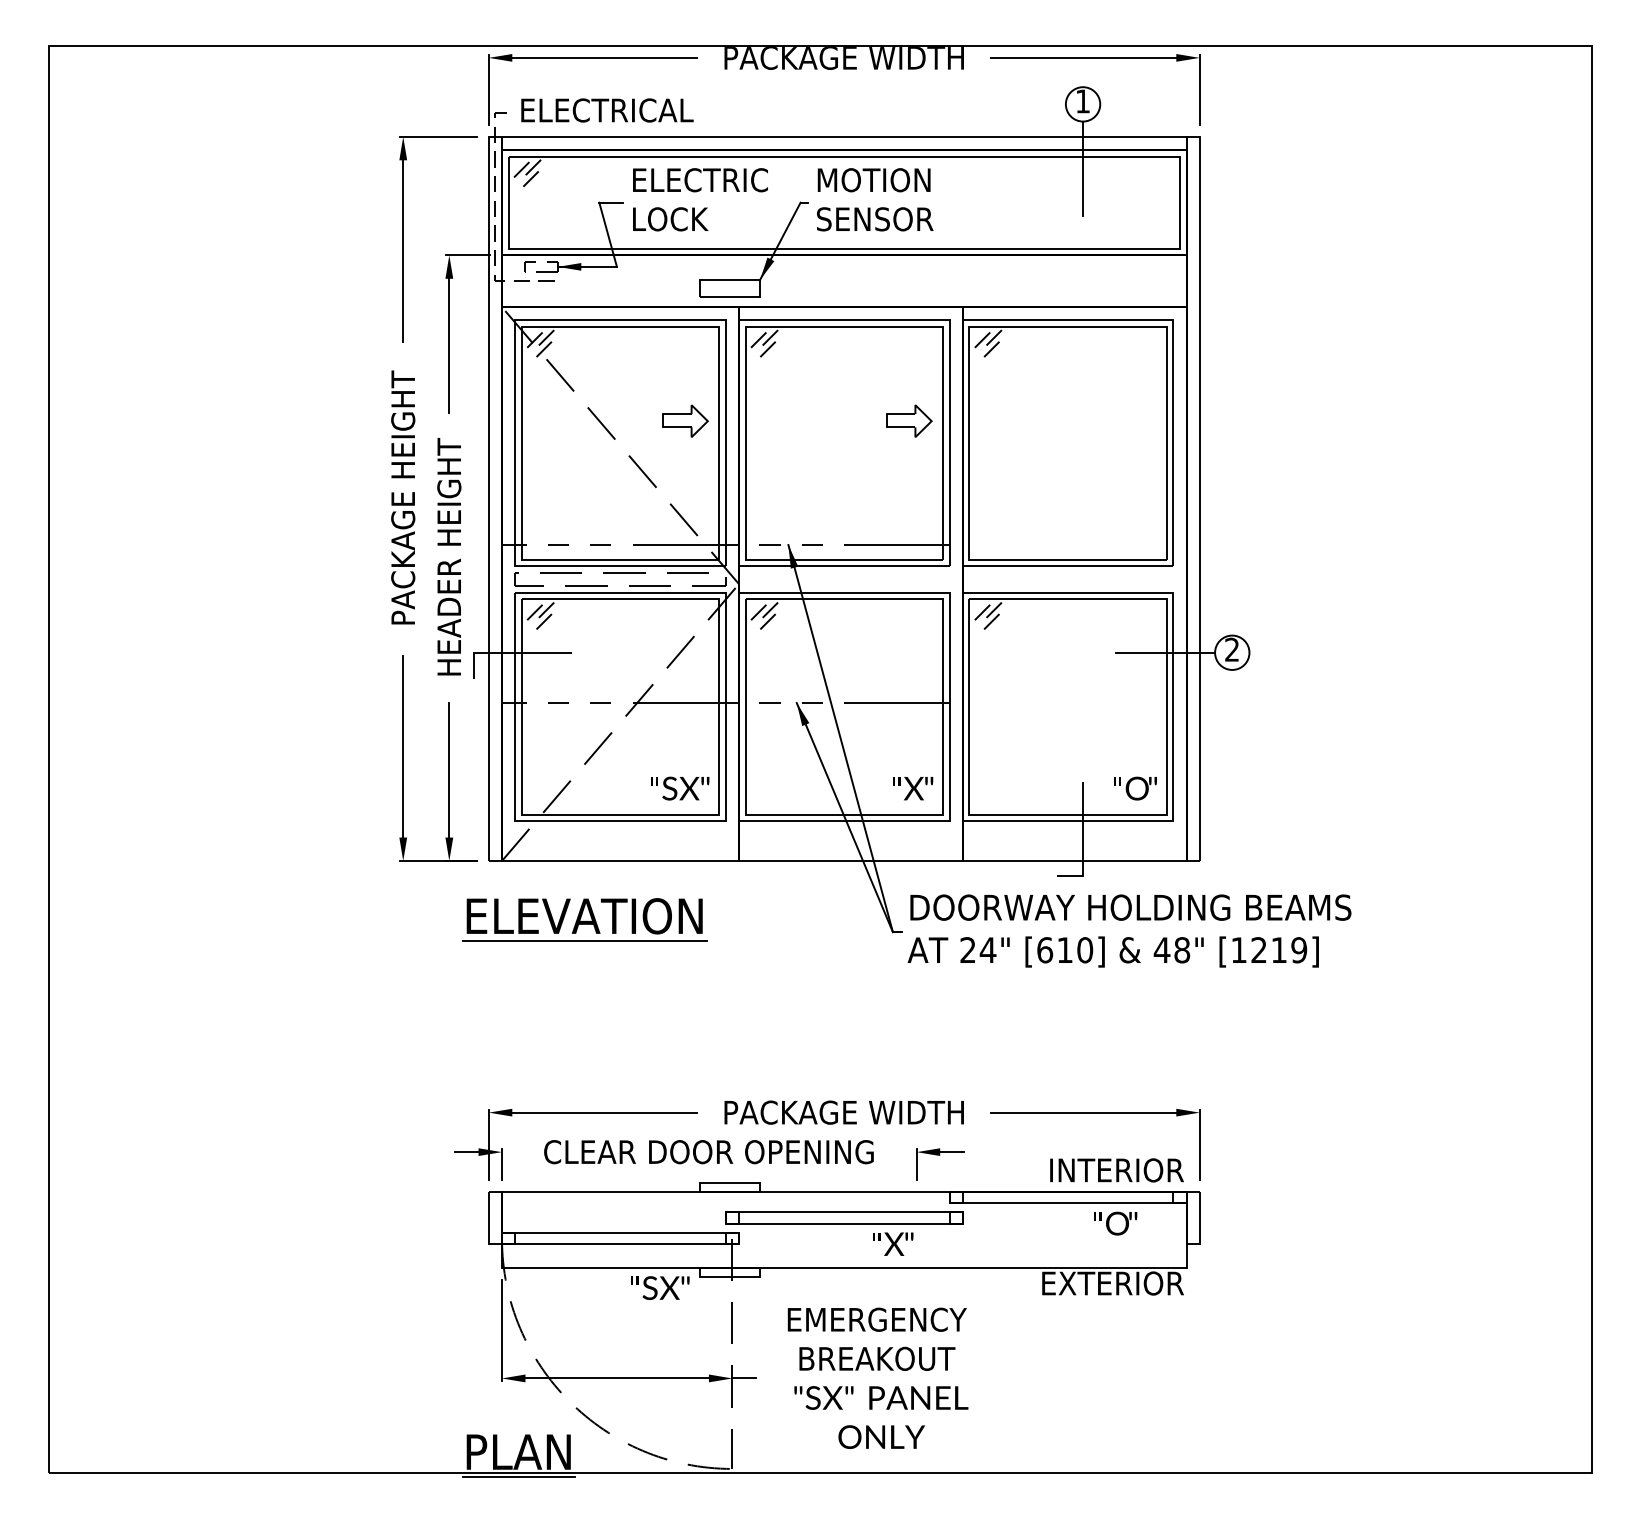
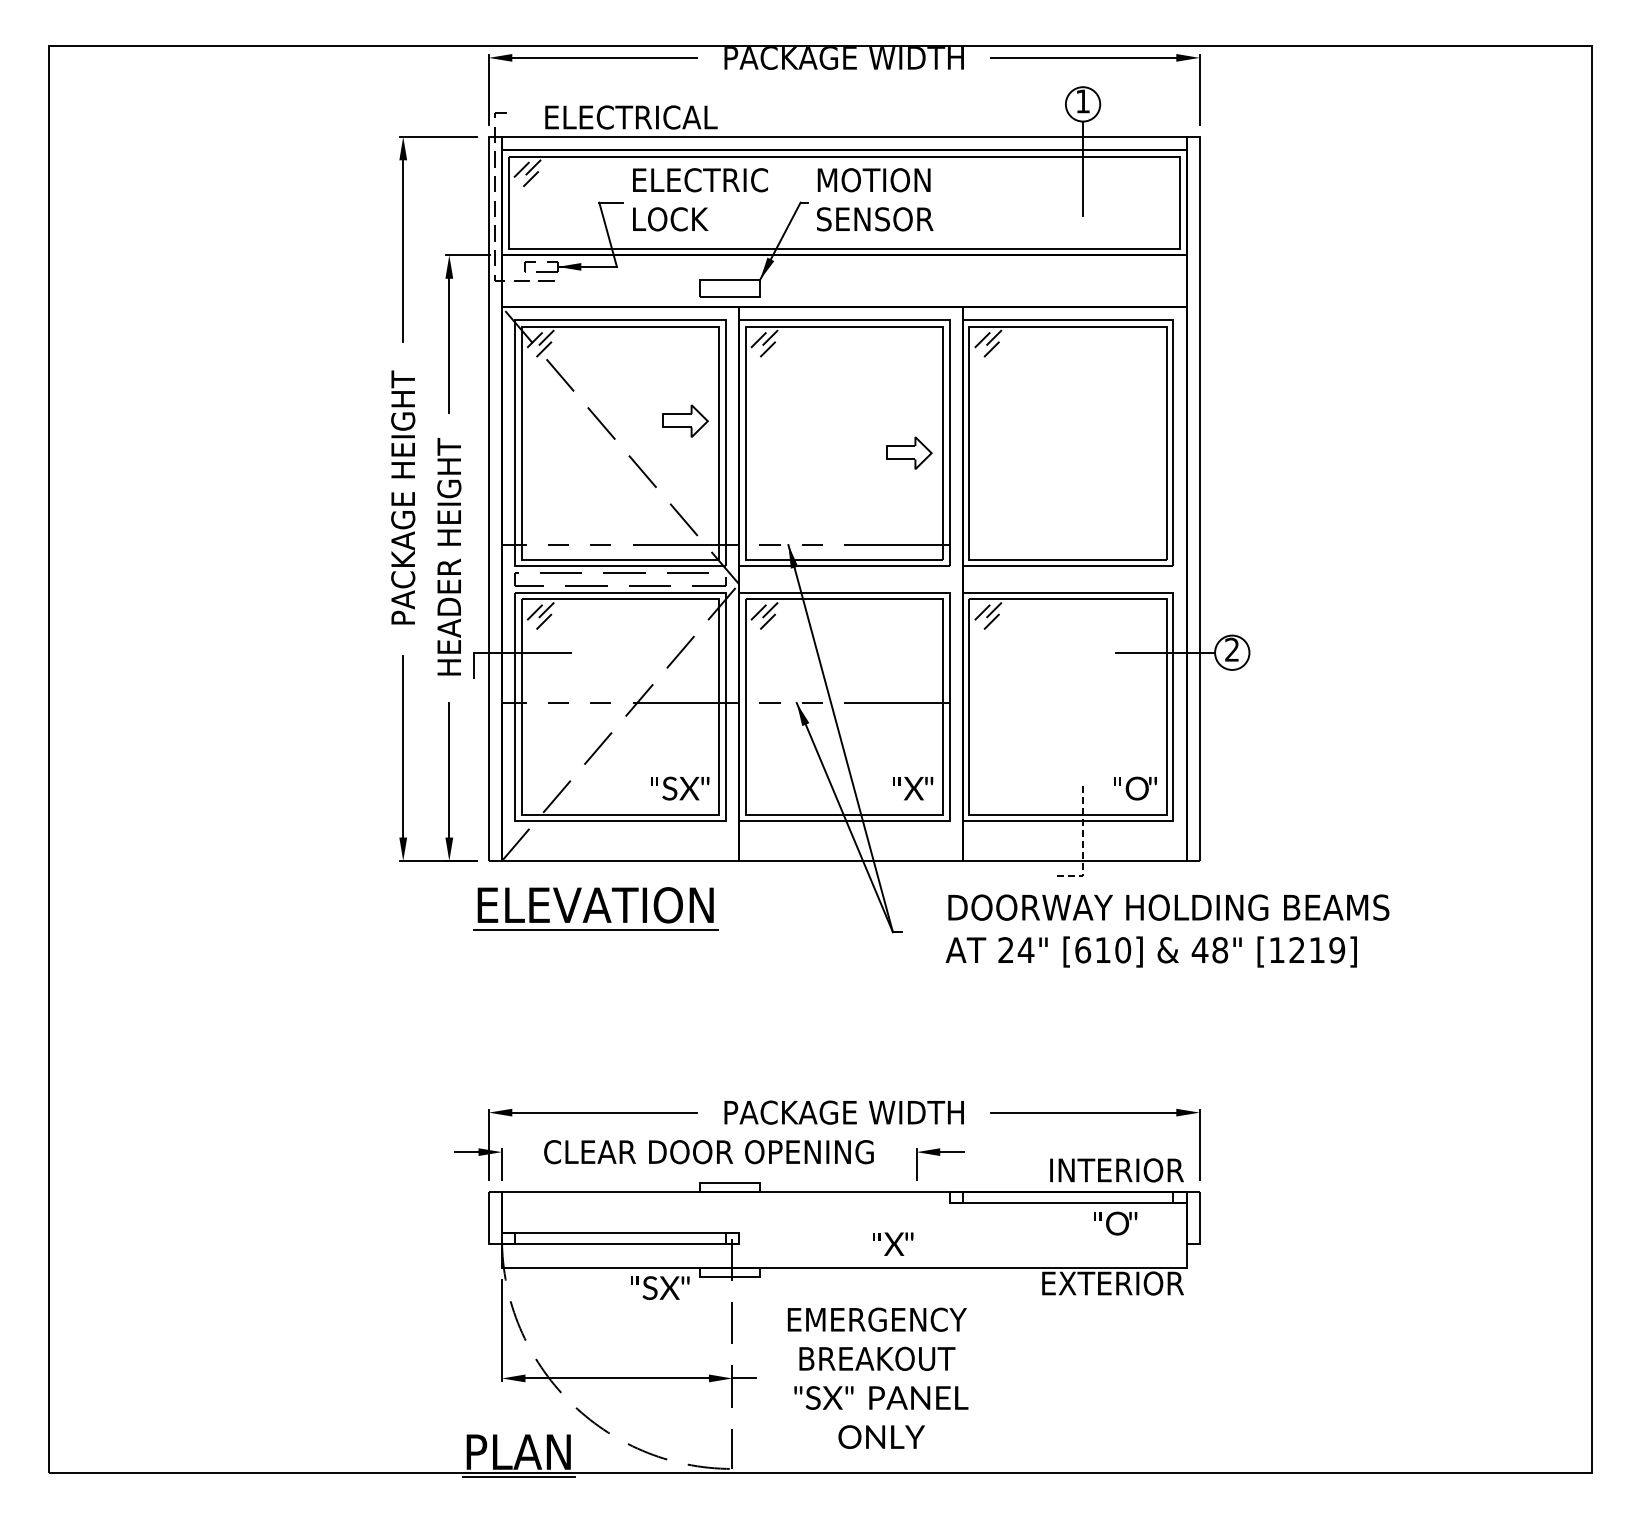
text at (607, 110) position: (607, 110) -> (631, 117)
part at (909, 420) position: (909, 420) -> (909, 452)
line at (1083, 842): solid -> dashed
part at (584, 919) position: (584, 919) -> (595, 908)
text at (1129, 930) position: (1129, 930) -> (1167, 930)
part at (844, 1217): present -> none
